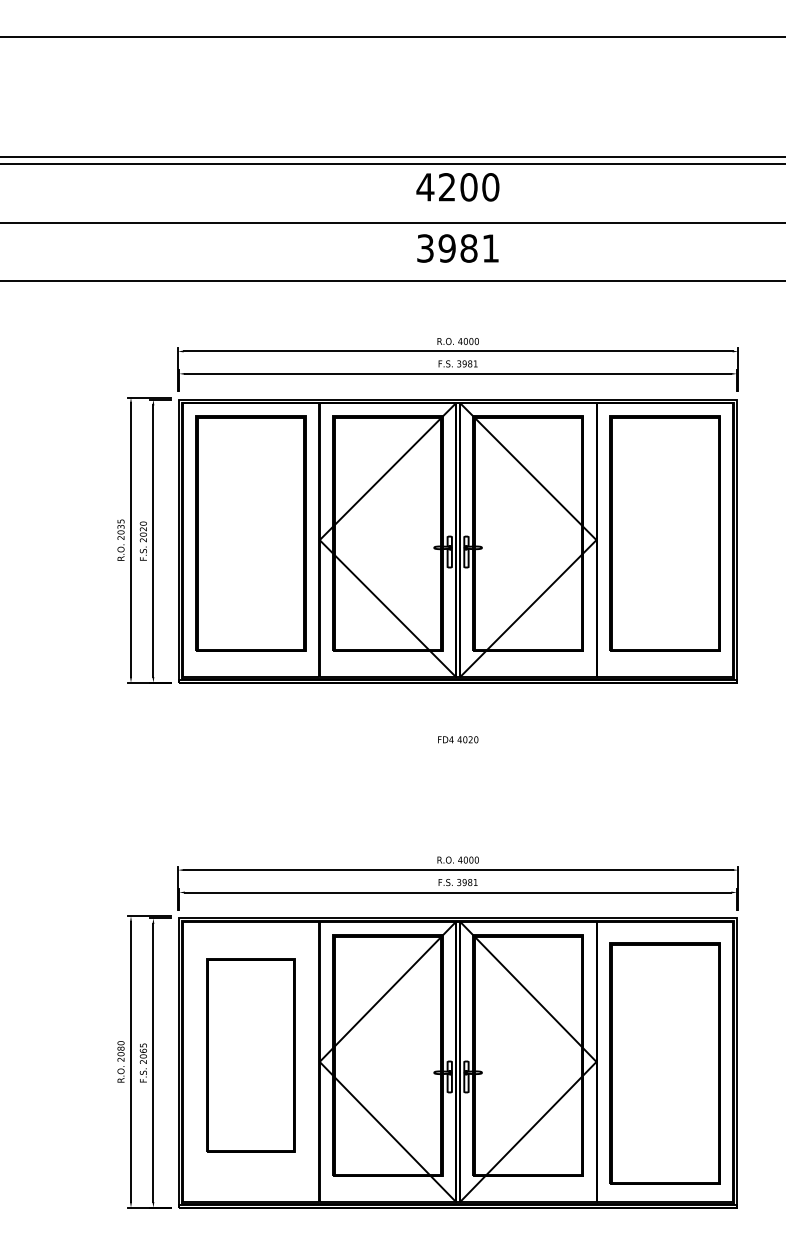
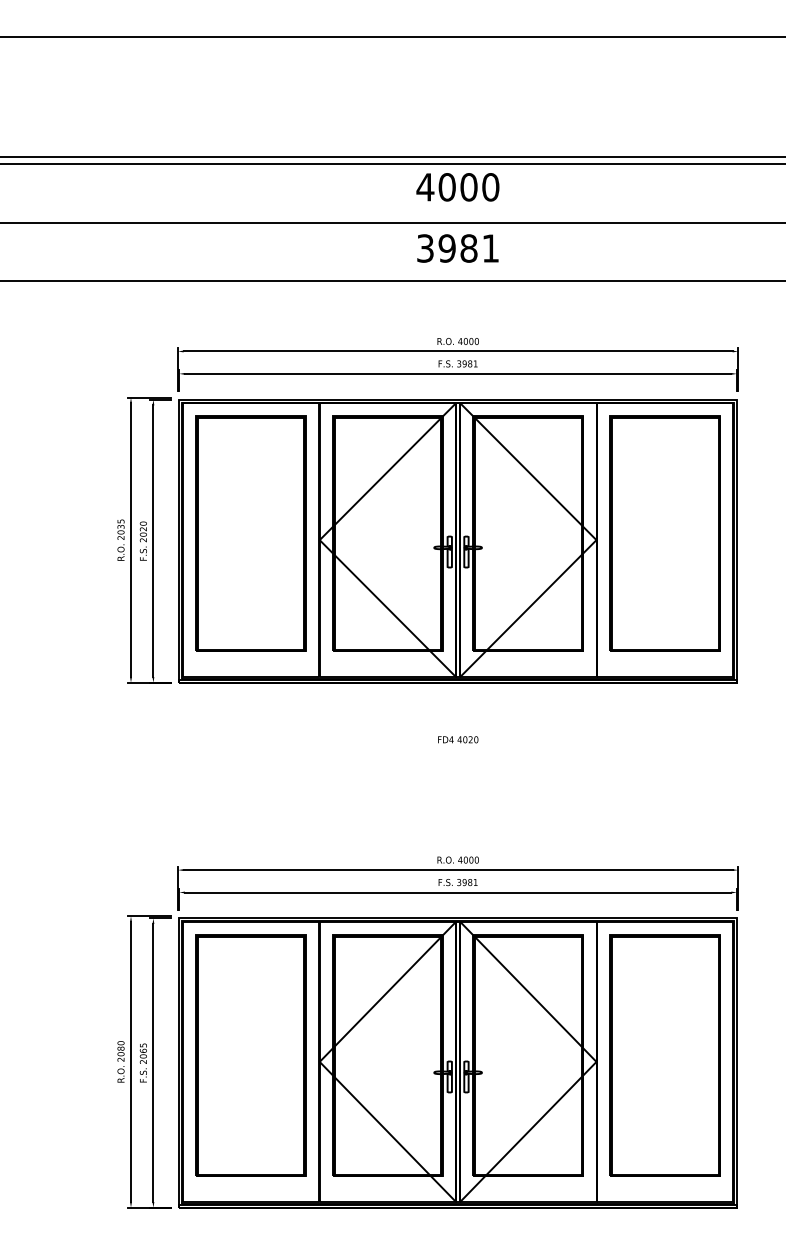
text at (446, 187): 4200 -> 4000
part at (250, 1055) size: 90x195 px -> 112x243 px
part at (664, 1063) position: (664, 1063) -> (664, 1055)
